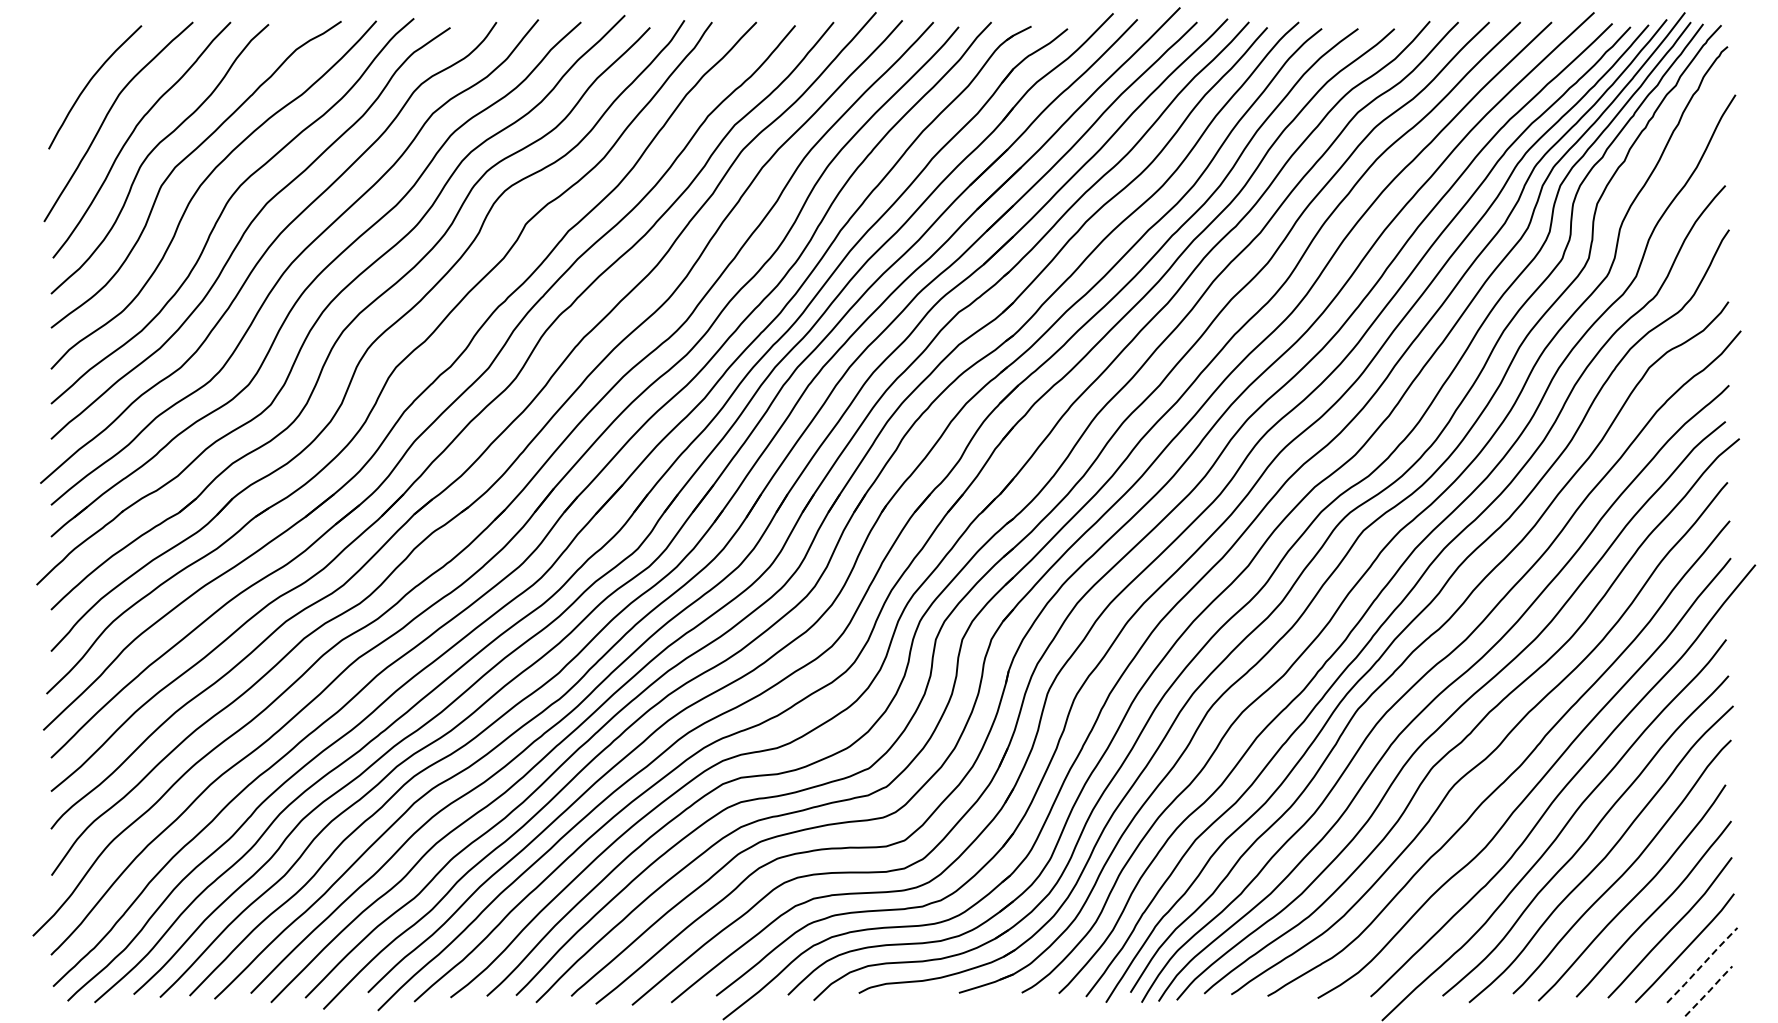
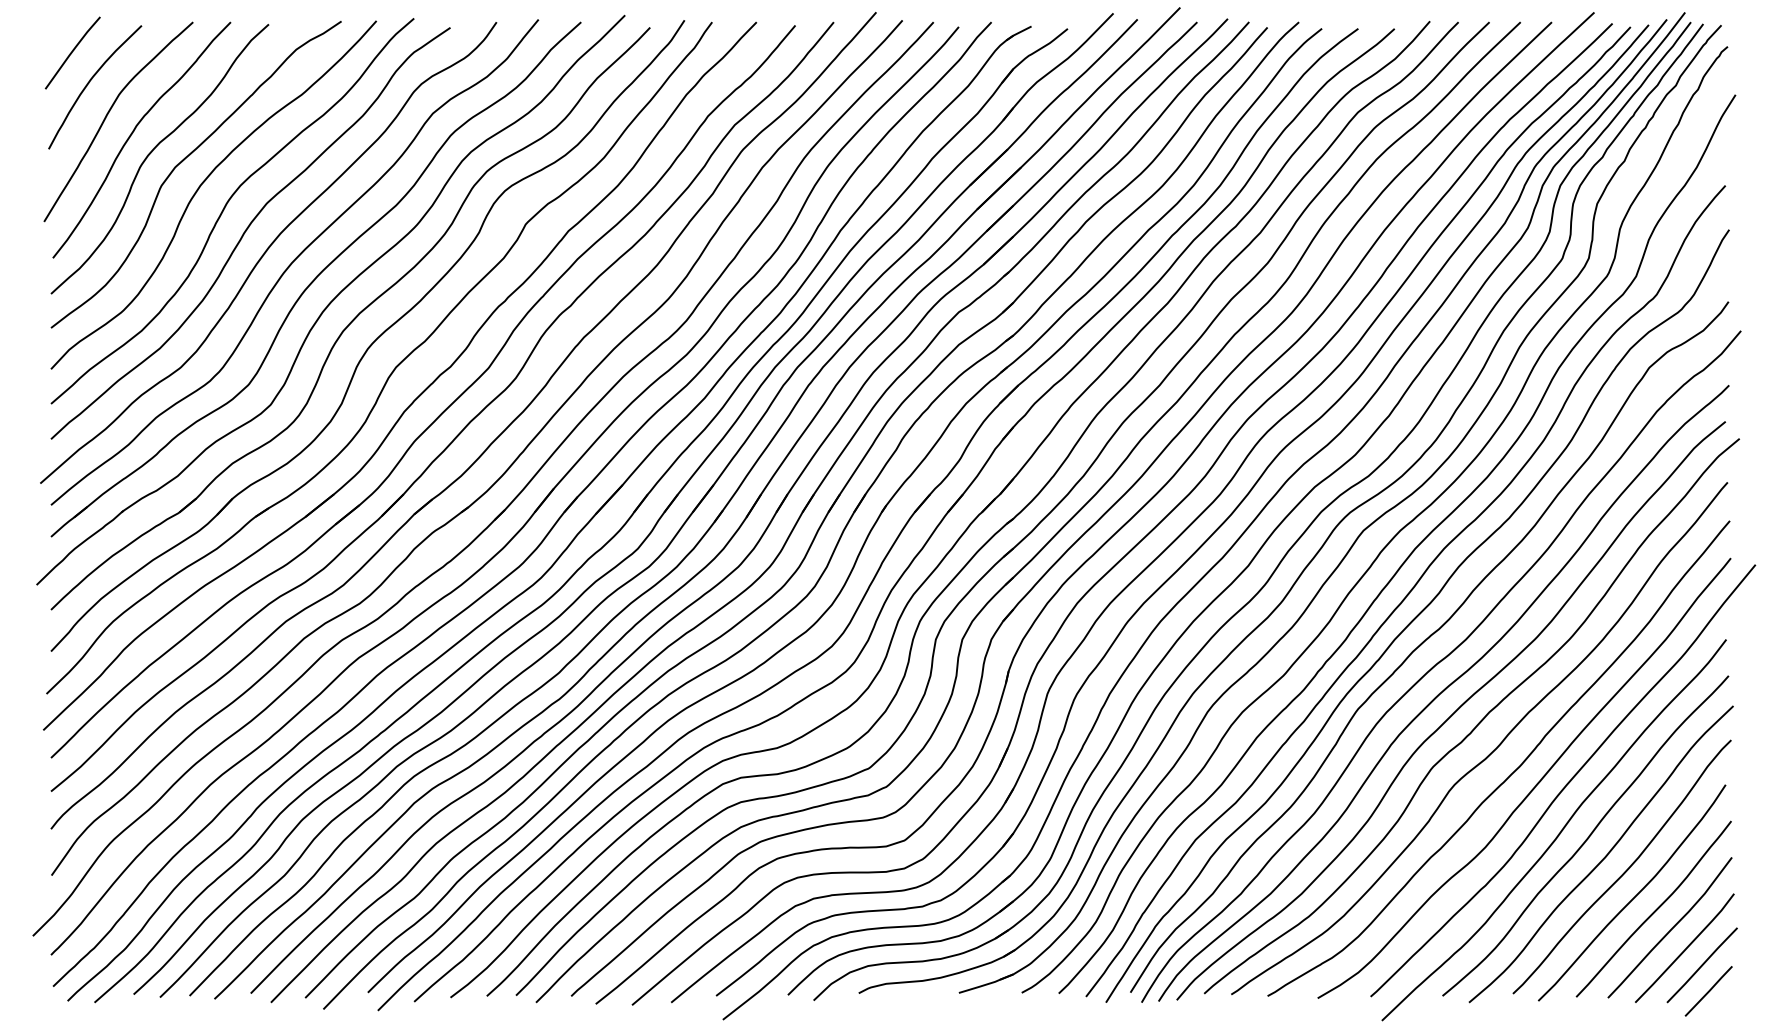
line at (72, 52): none -> present
line at (1702, 964): dashed -> solid
line at (1709, 990): dashed -> solid
